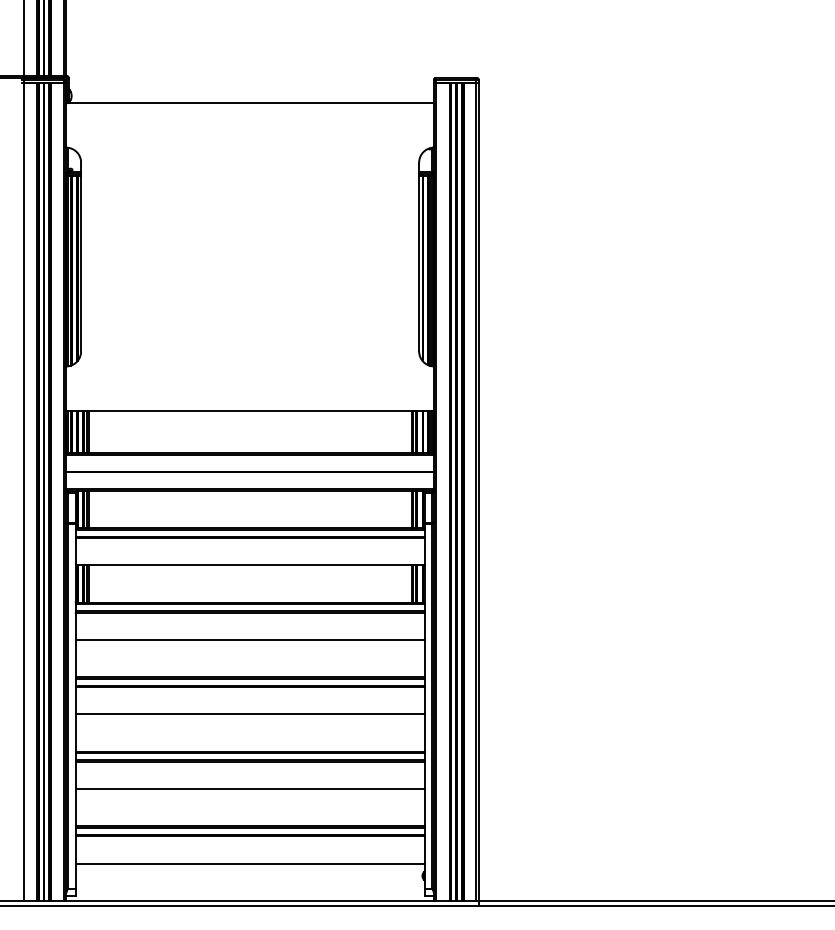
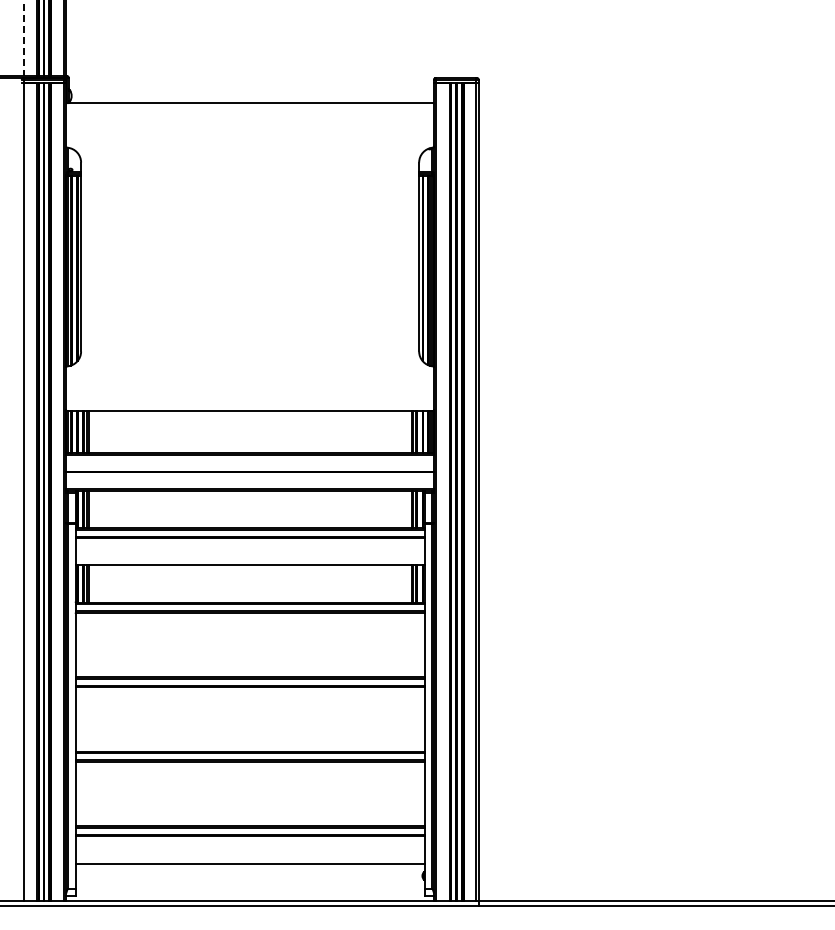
line at (24, 38): solid -> dashed
line at (249, 639): present -> none
line at (249, 714): present -> none
line at (249, 789): present -> none
